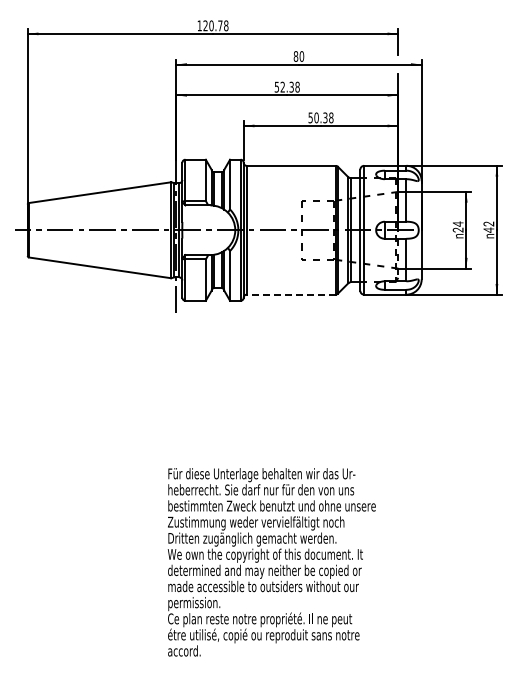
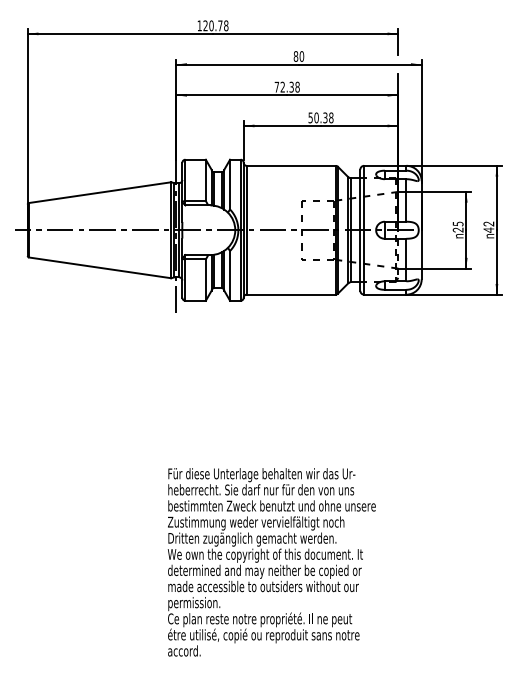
text at (276, 87): 52.38 -> 72.38
text at (457, 223): 24 -> 25
line at (290, 294): dashed -> solid
